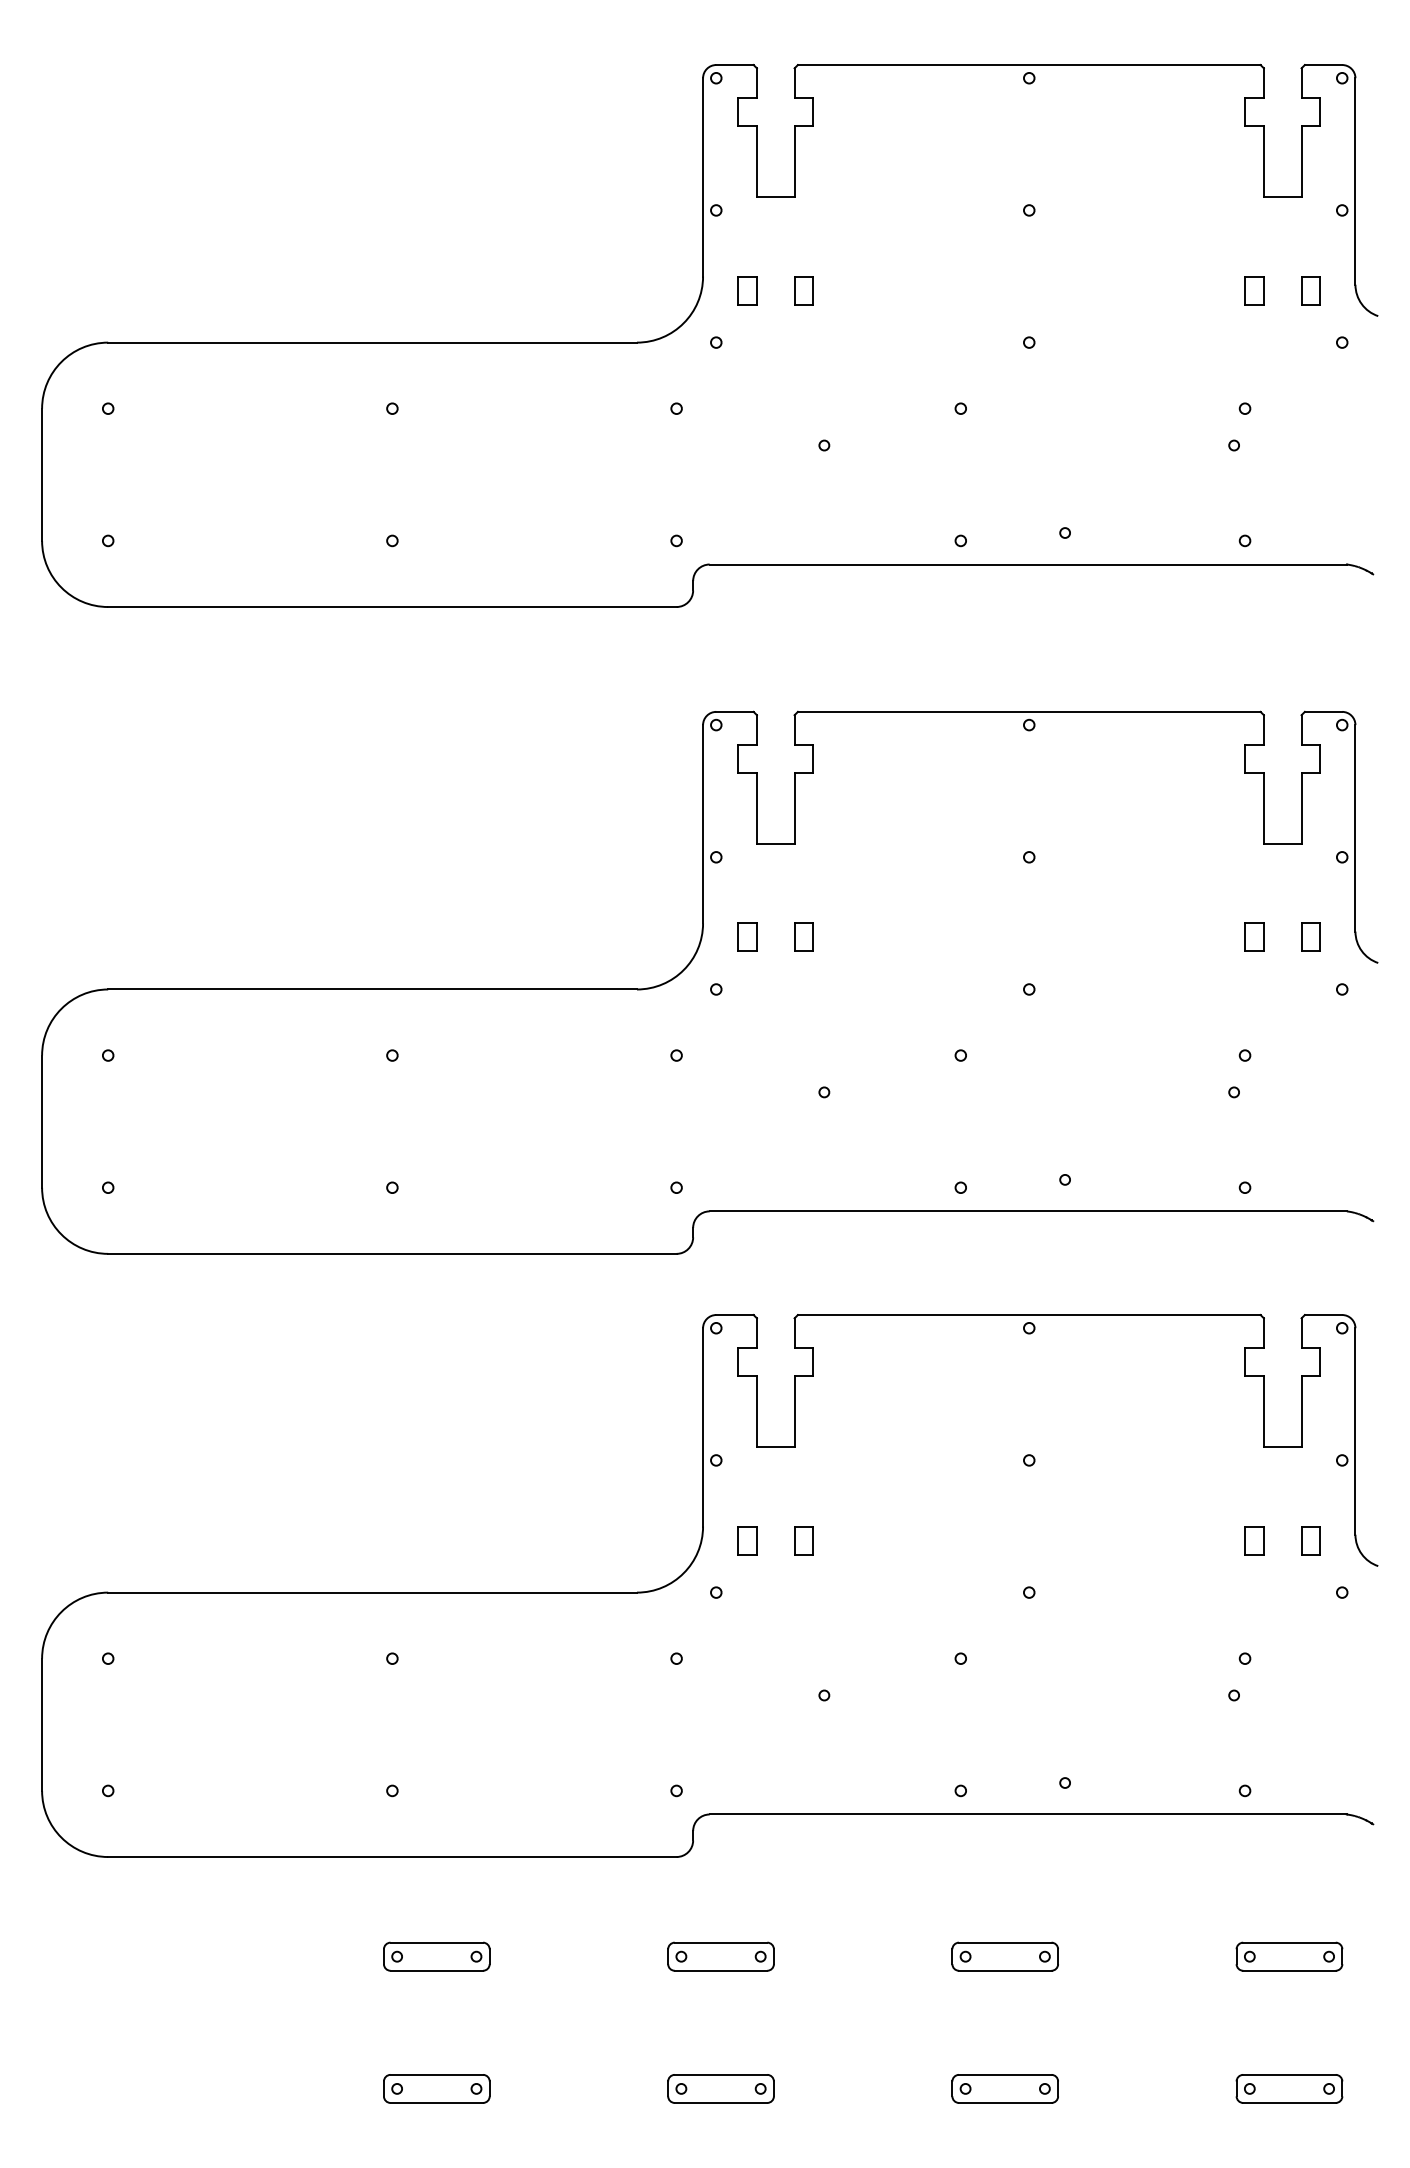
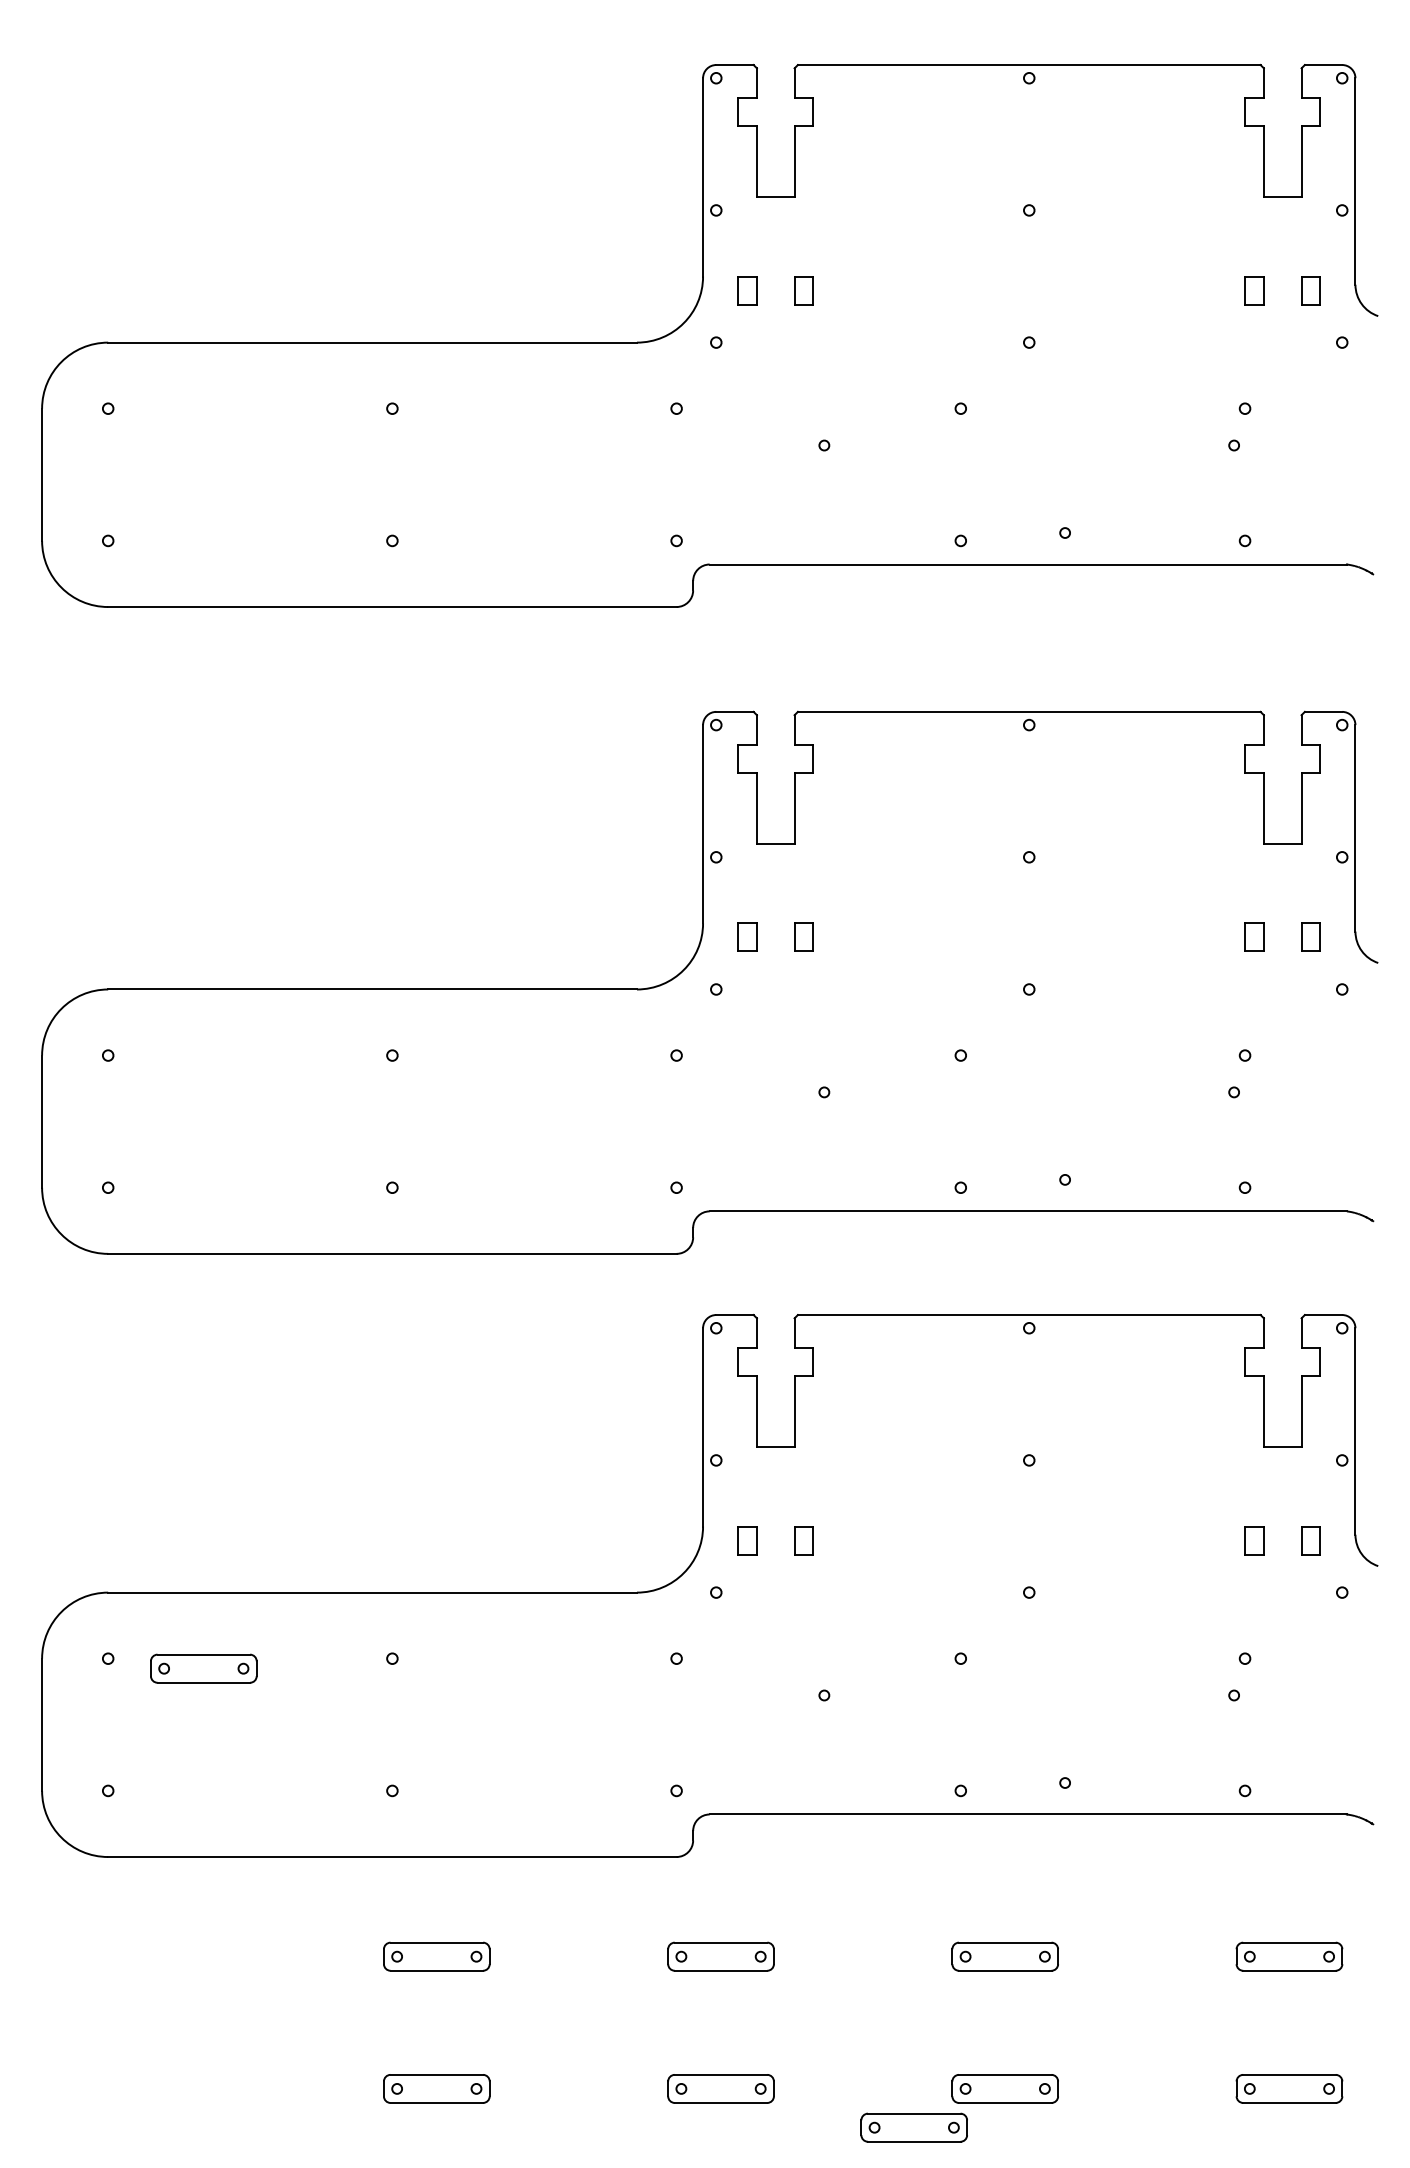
part at (203, 1668): none -> present
part at (913, 2127): none -> present
